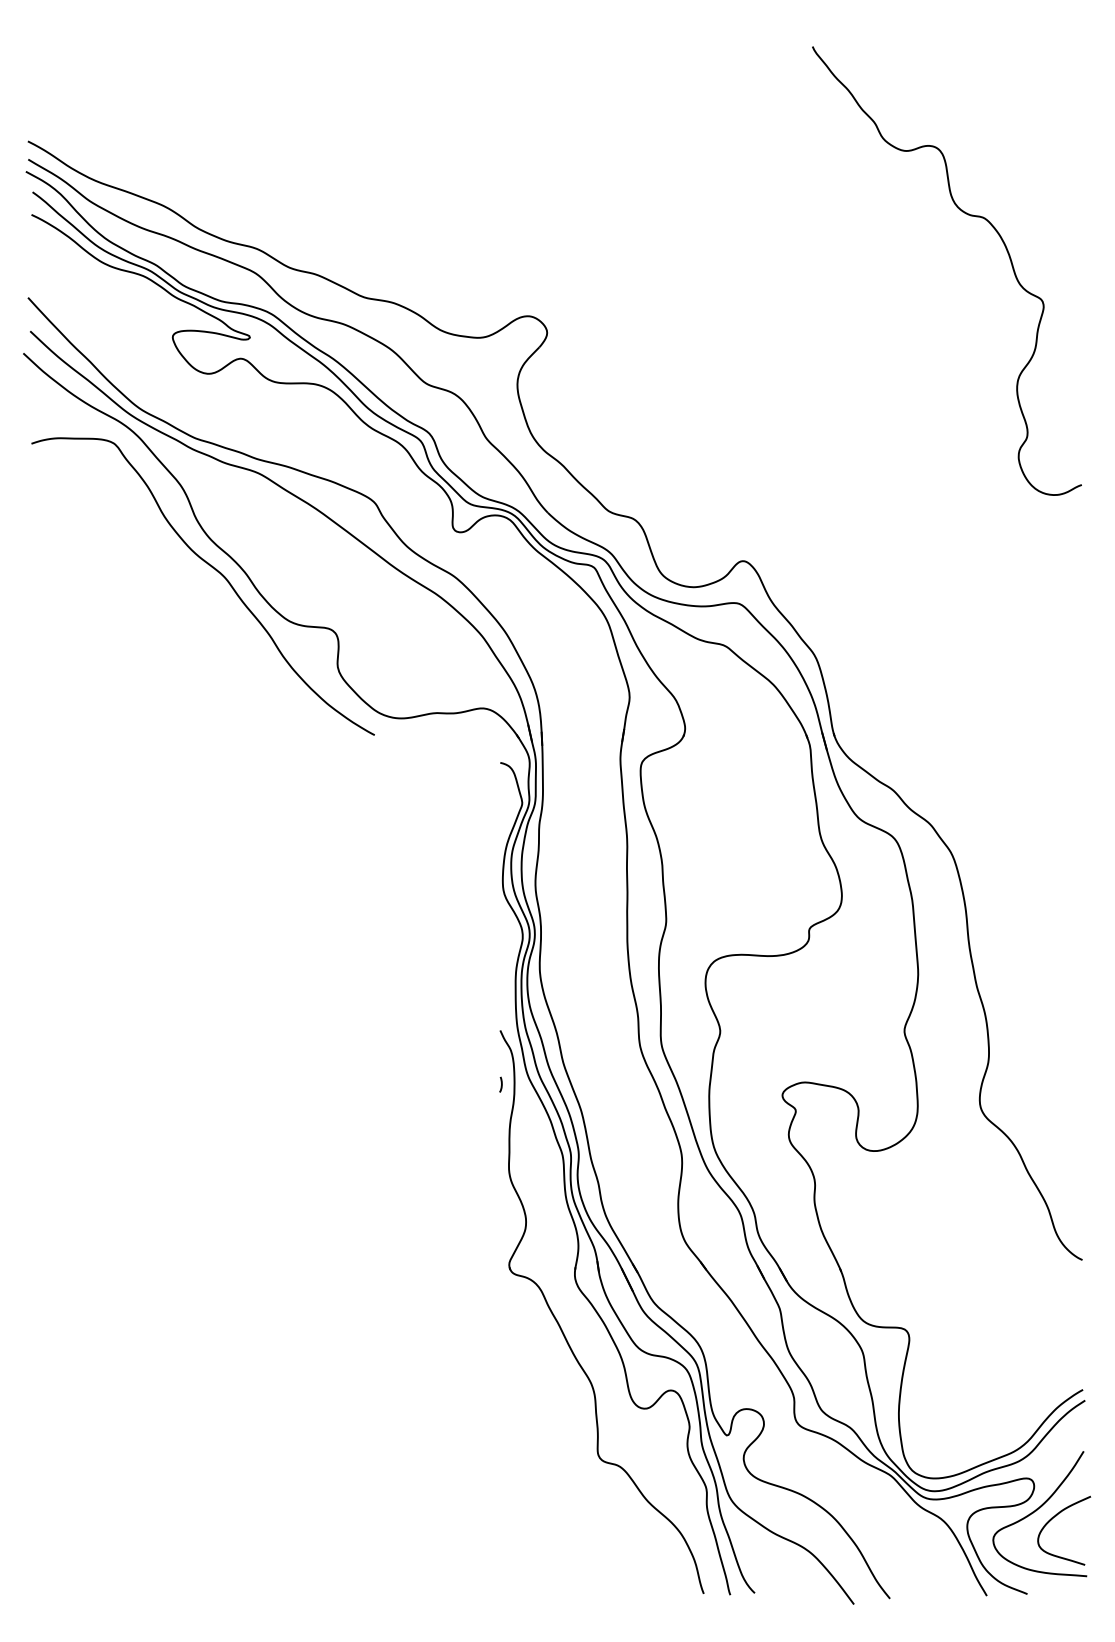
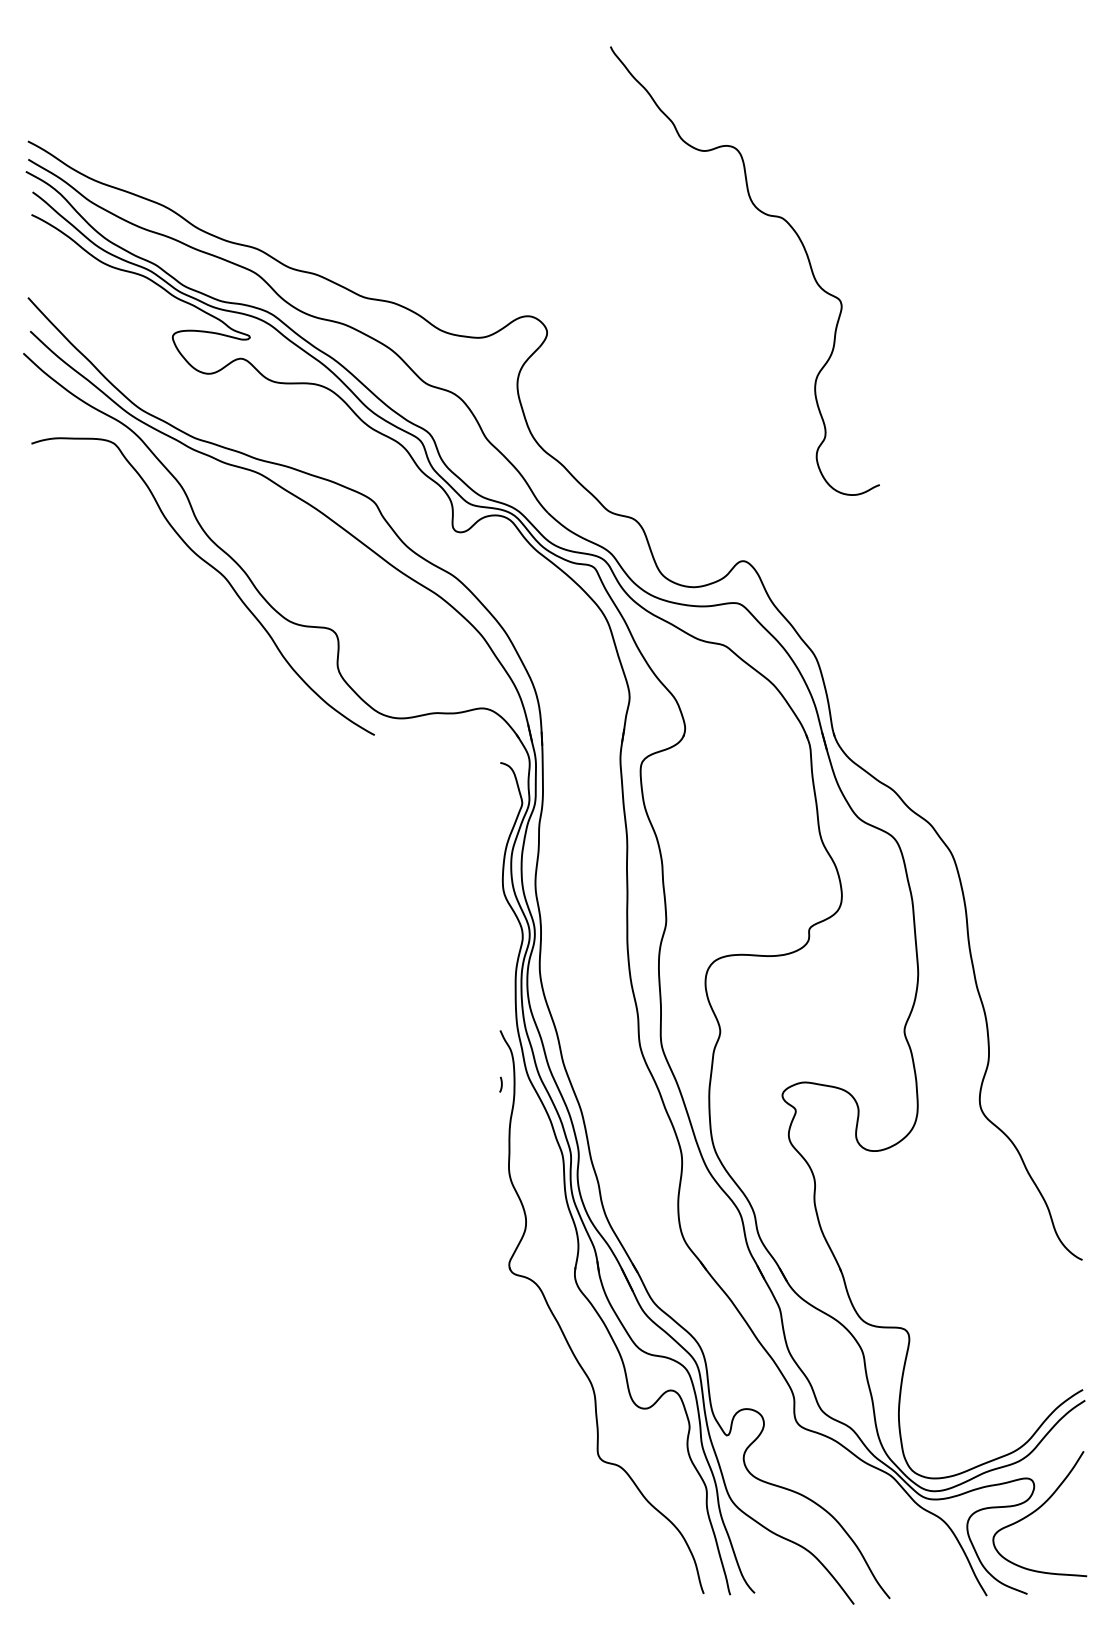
curve at (970, 216) position: (970, 216) -> (768, 216)
curve at (1056, 1516): present -> none
